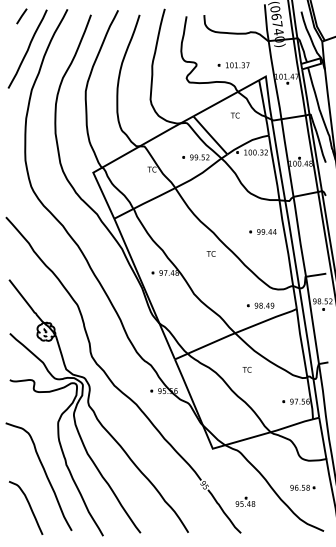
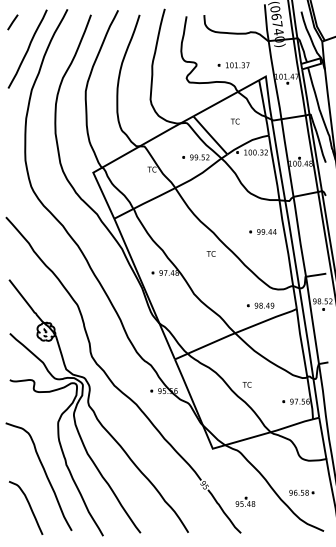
line at (21, 16) position: (21, 16) -> (12, 22)
text at (235, 115) position: (235, 115) -> (235, 121)
text at (246, 369) position: (246, 369) -> (246, 384)
part at (302, 487) position: (302, 487) -> (301, 492)
